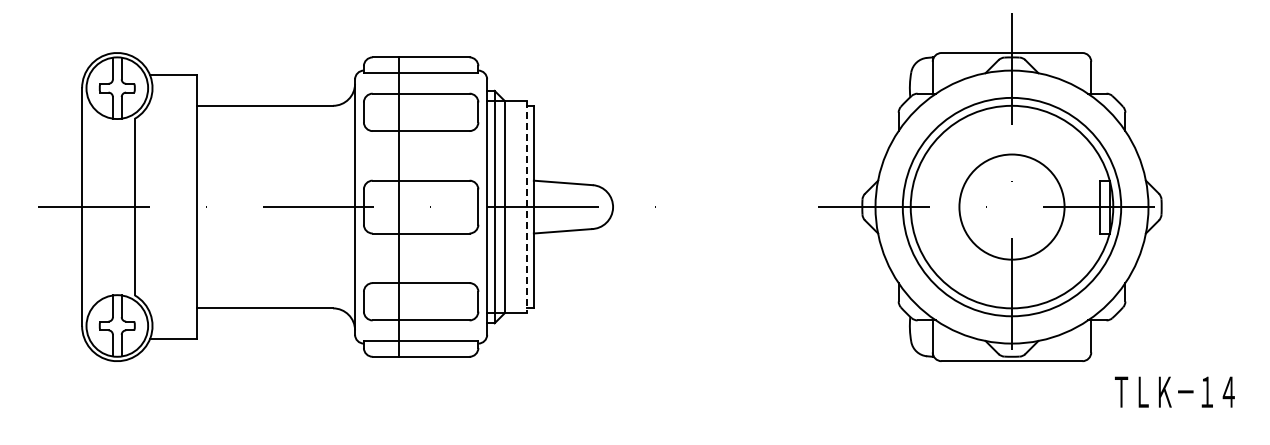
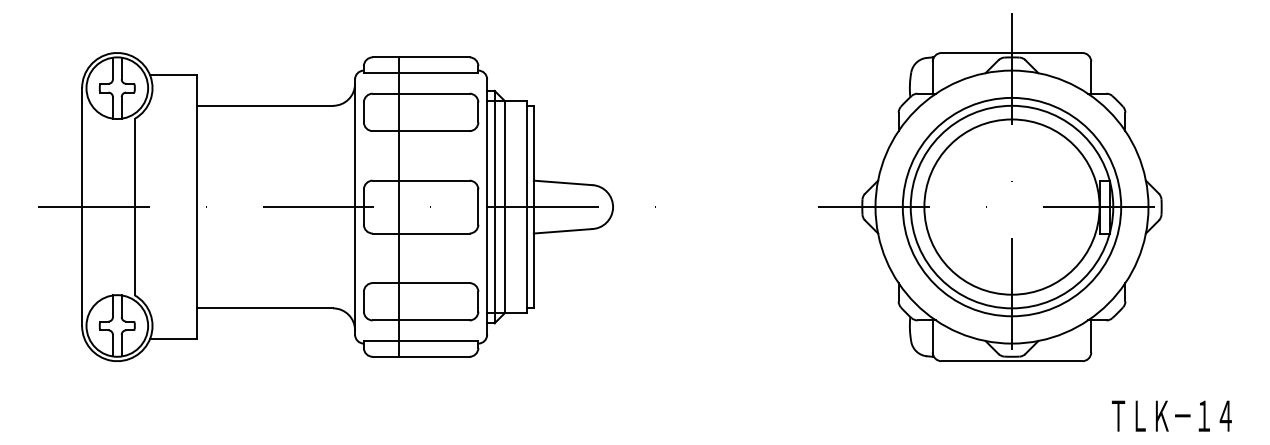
line at (526, 206): dashed -> solid
circle at (1011, 206) diameter: 105 px -> 175 px
text at (1174, 391) position: (1174, 391) -> (1171, 415)
